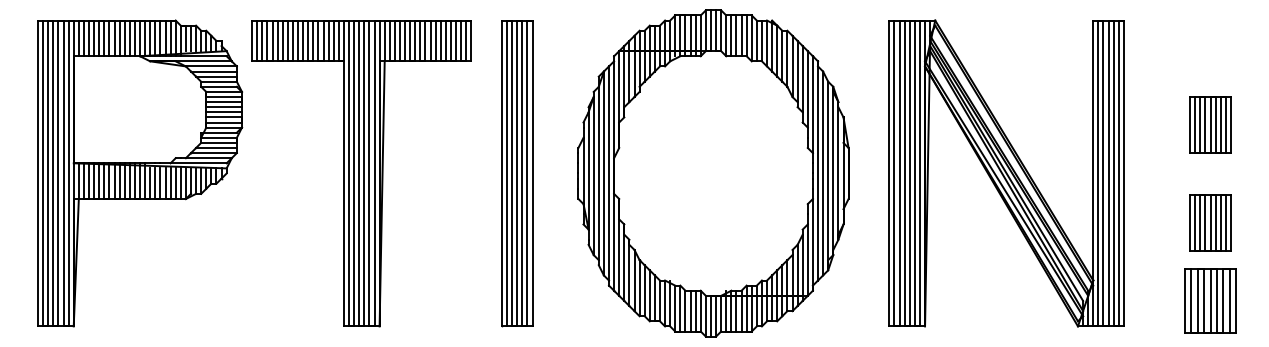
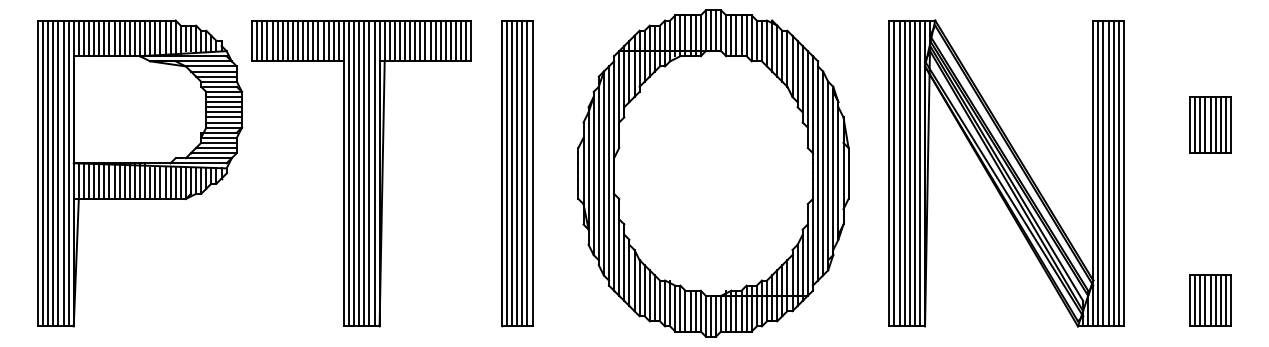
part at (1210, 222): present -> none
part at (1210, 300) size: 53x66 px -> 43x53 px
